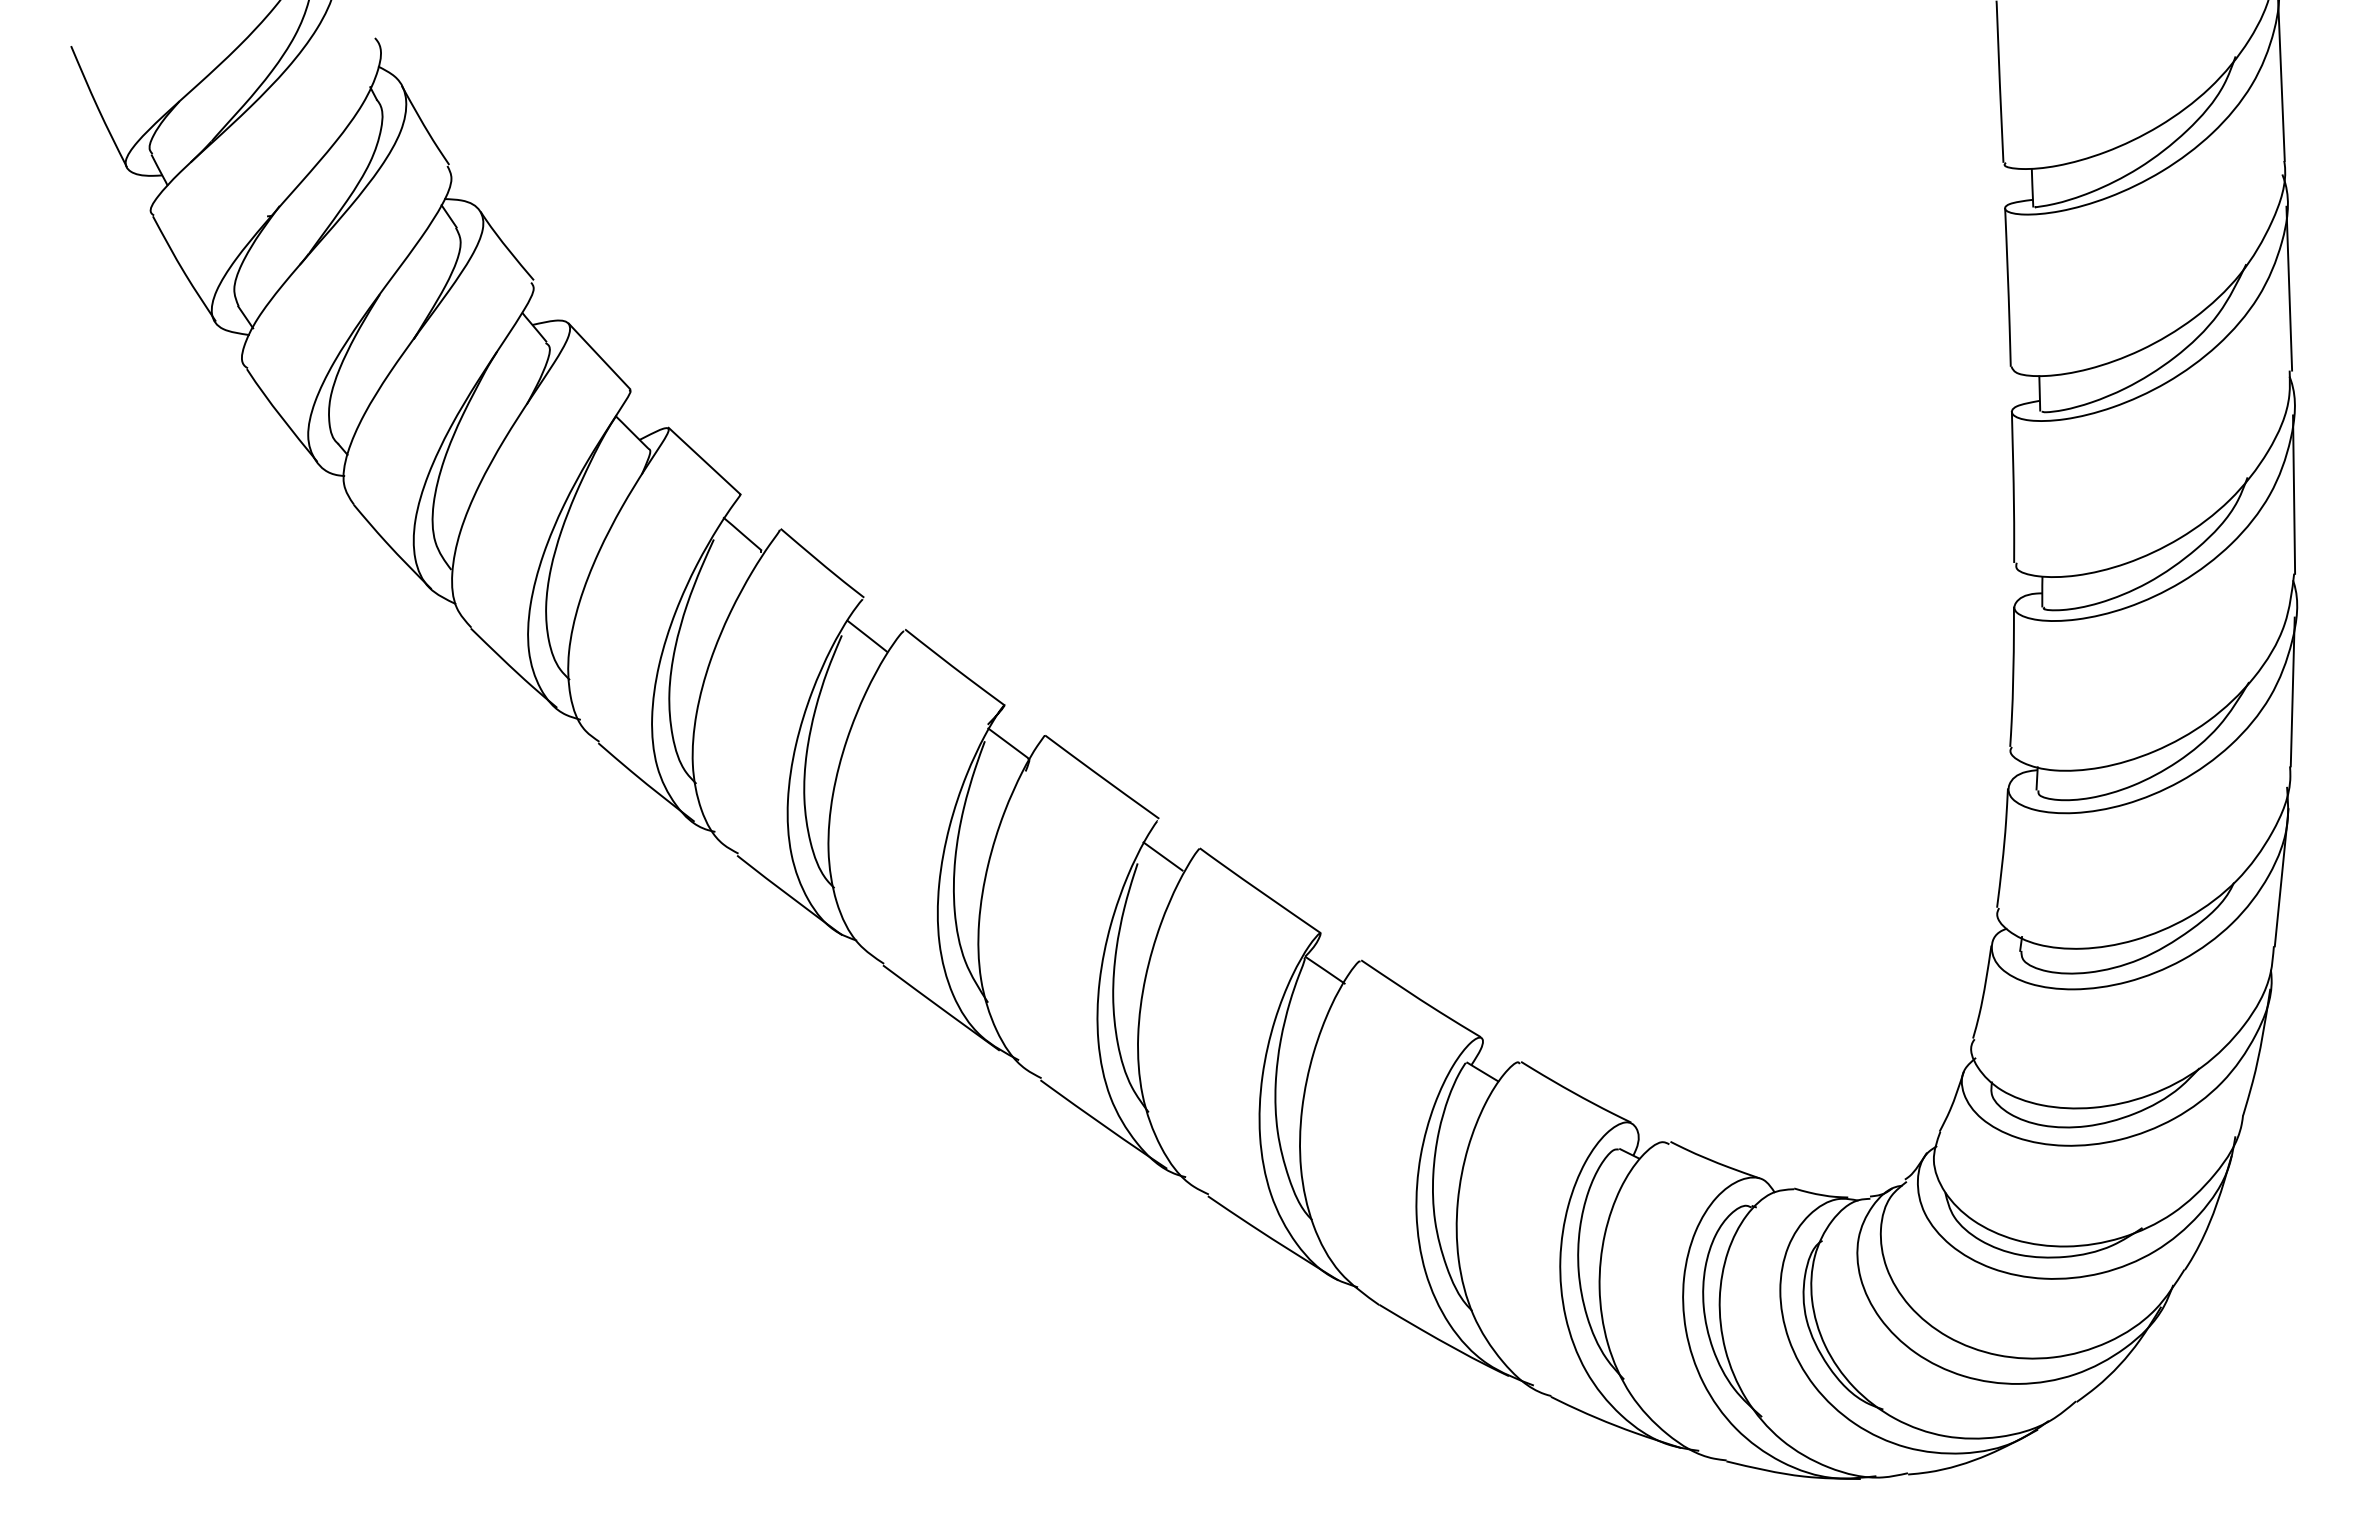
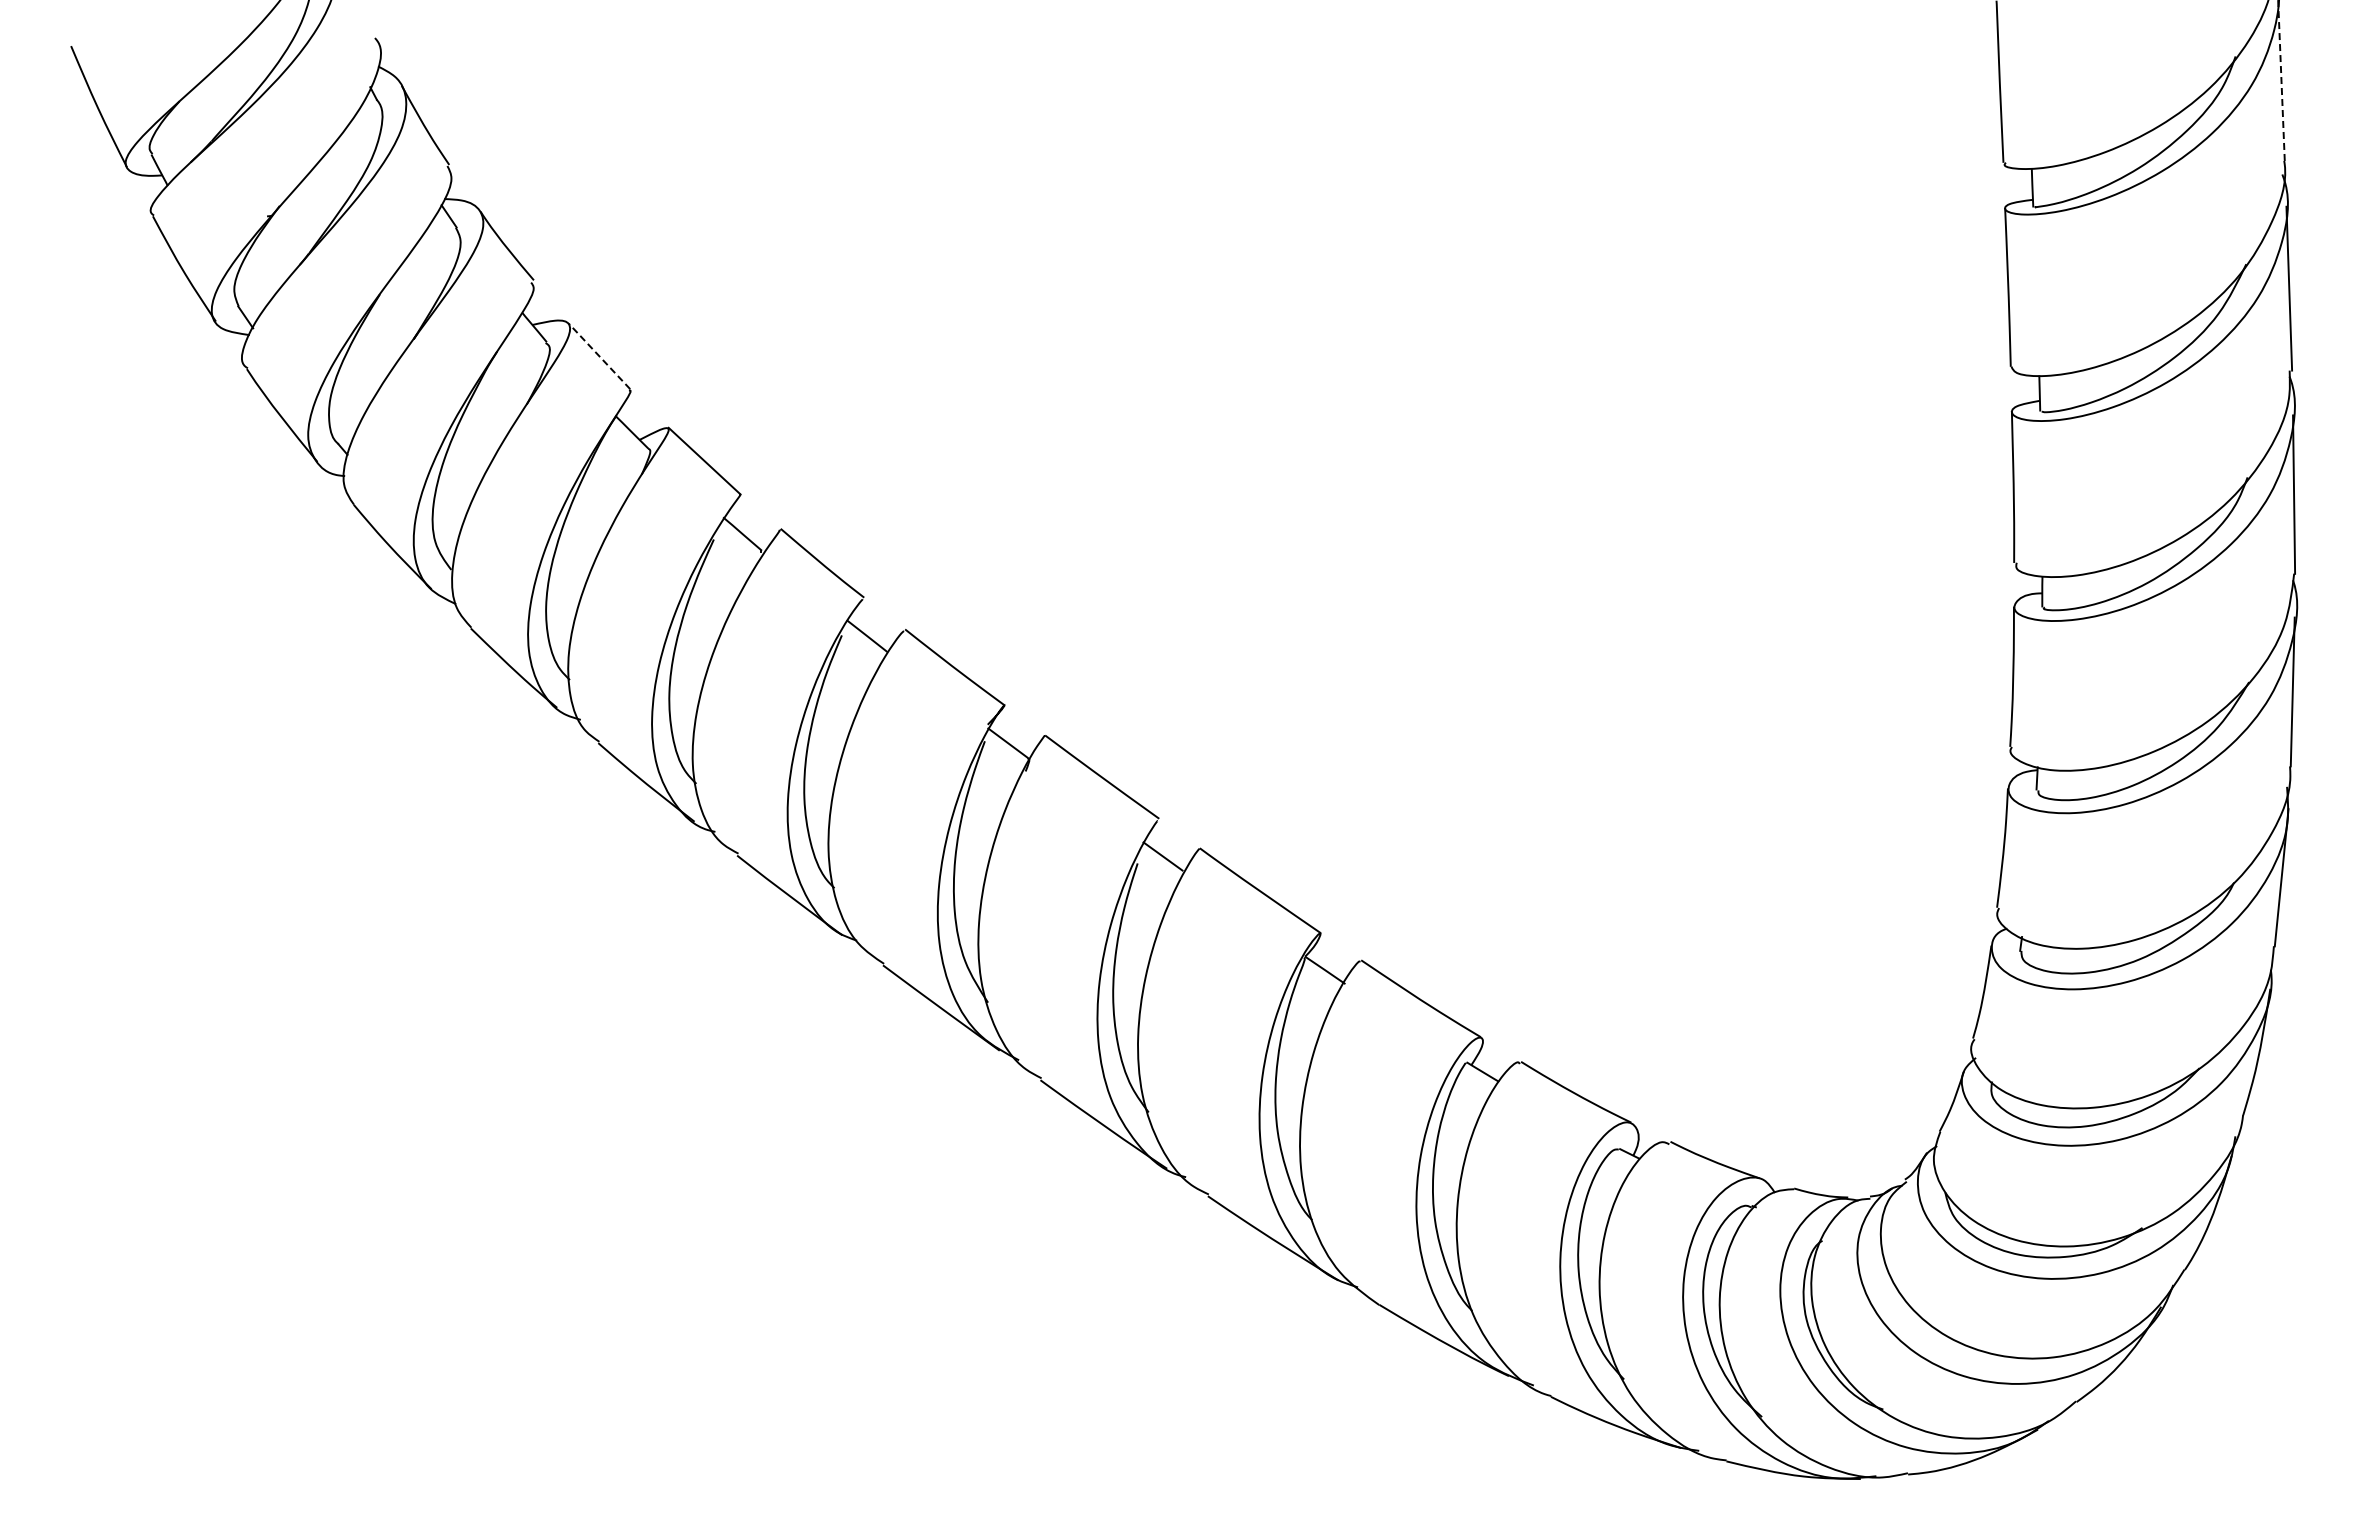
line at (2281, 80): solid -> dashed
line at (599, 356): solid -> dashed
